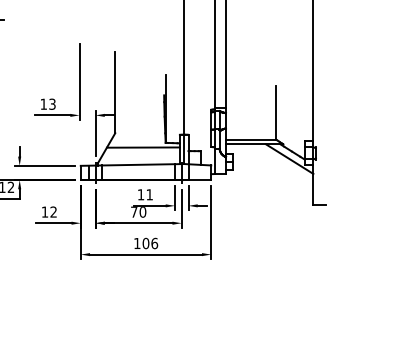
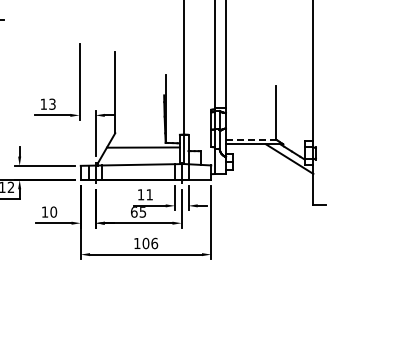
line at (251, 139): solid -> dashed
text at (53, 211): 12 -> 10
text at (138, 211): 70 -> 65
